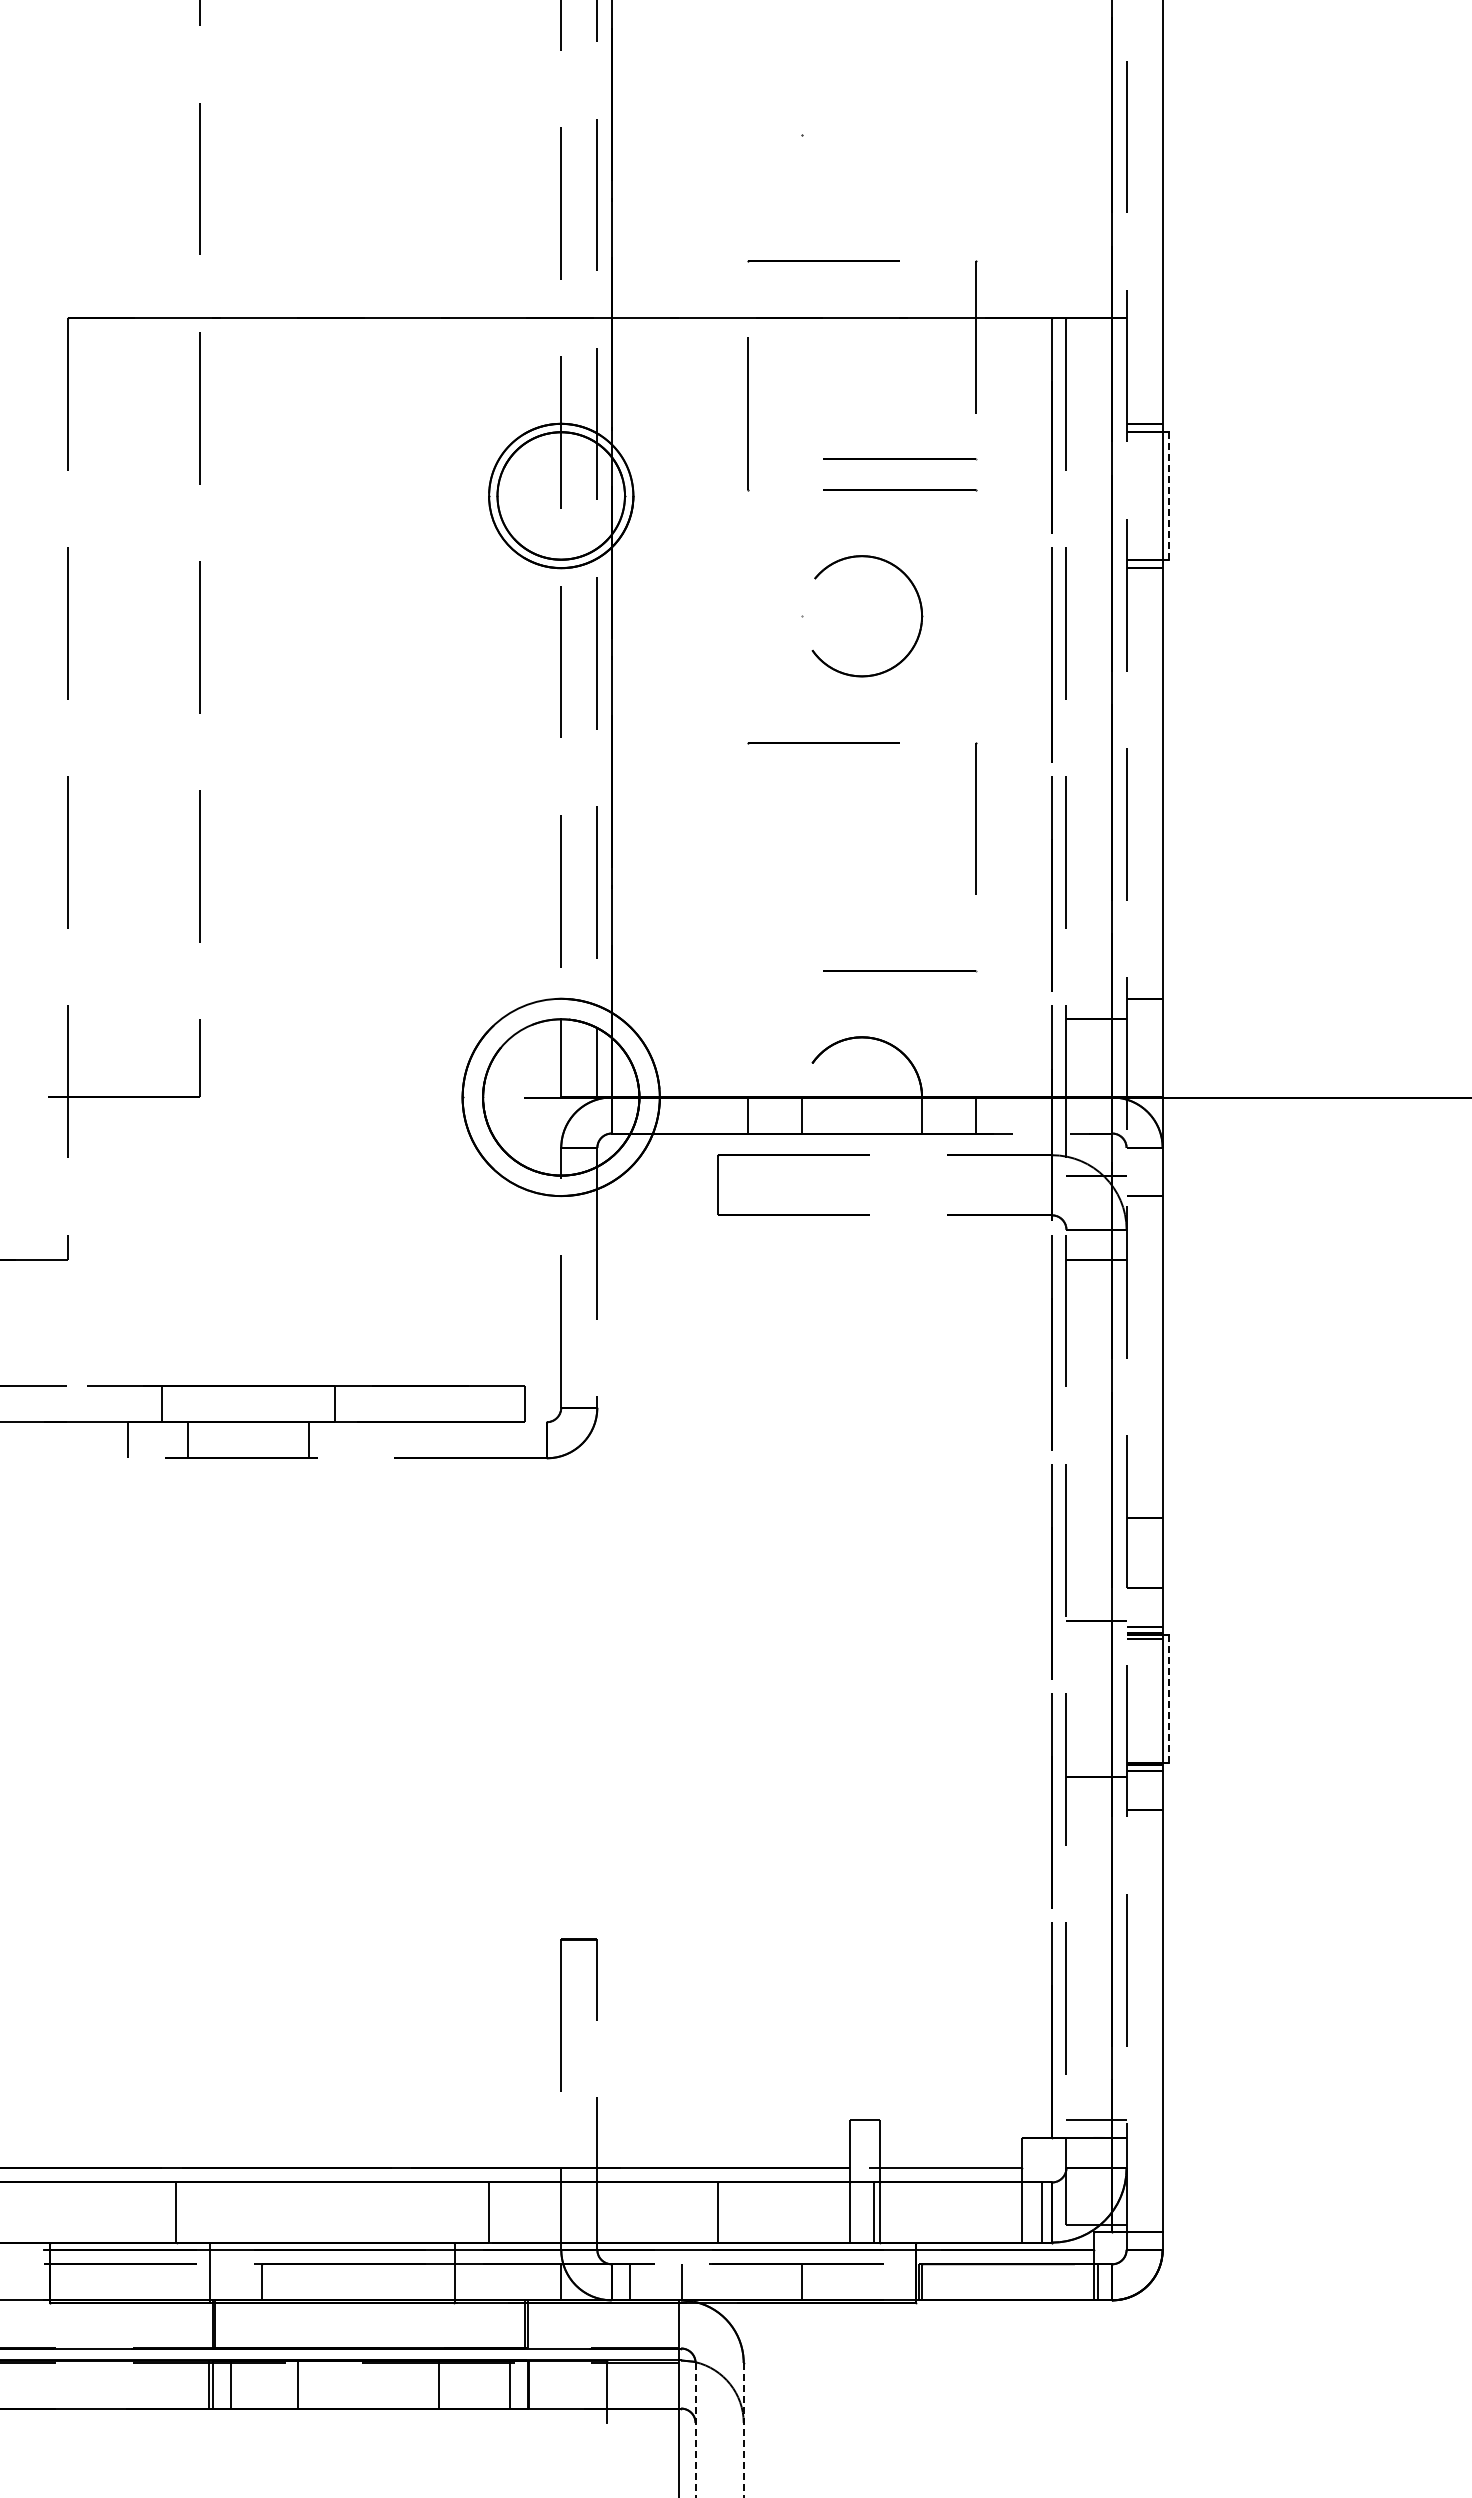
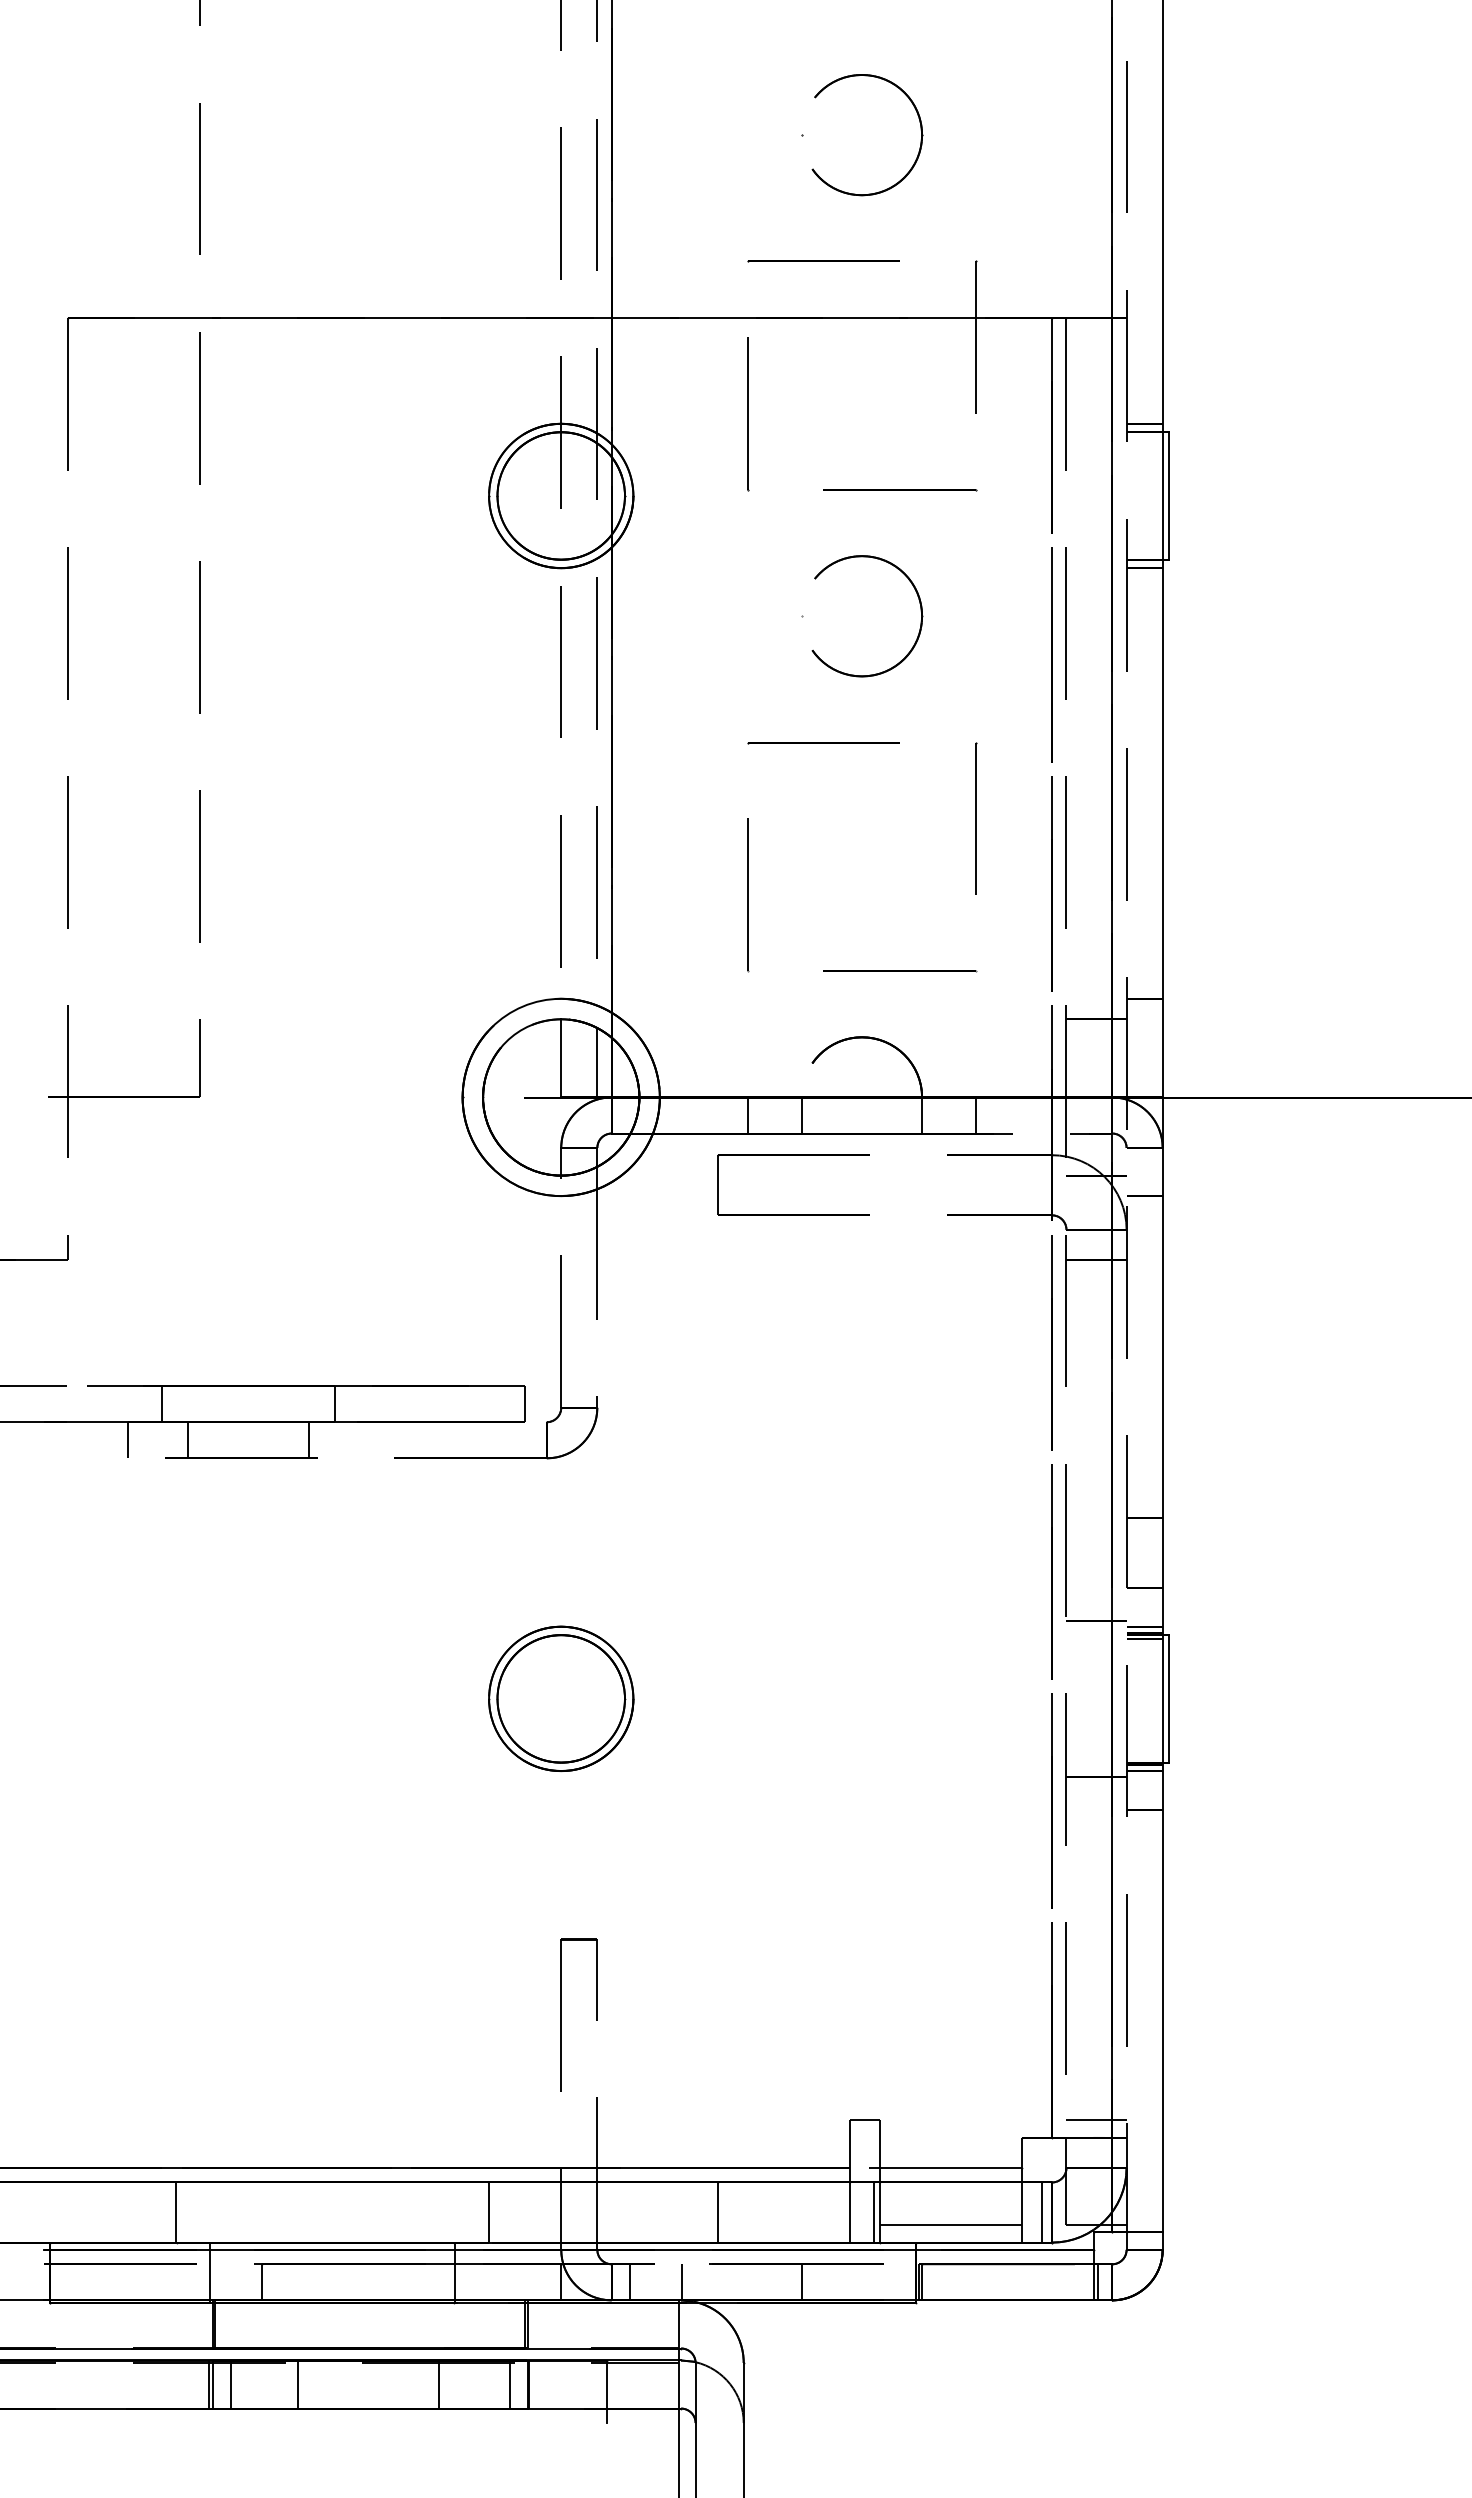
part at (920, 130): none -> present
line at (900, 459): present -> none
line at (1168, 496): dashed -> solid
line at (748, 895): none -> present
part at (561, 1698): none -> present
line at (1168, 1698): dashed -> solid
line at (950, 2224): none -> present
line at (695, 2430): dashed -> solid
line at (743, 2430): dashed -> solid
